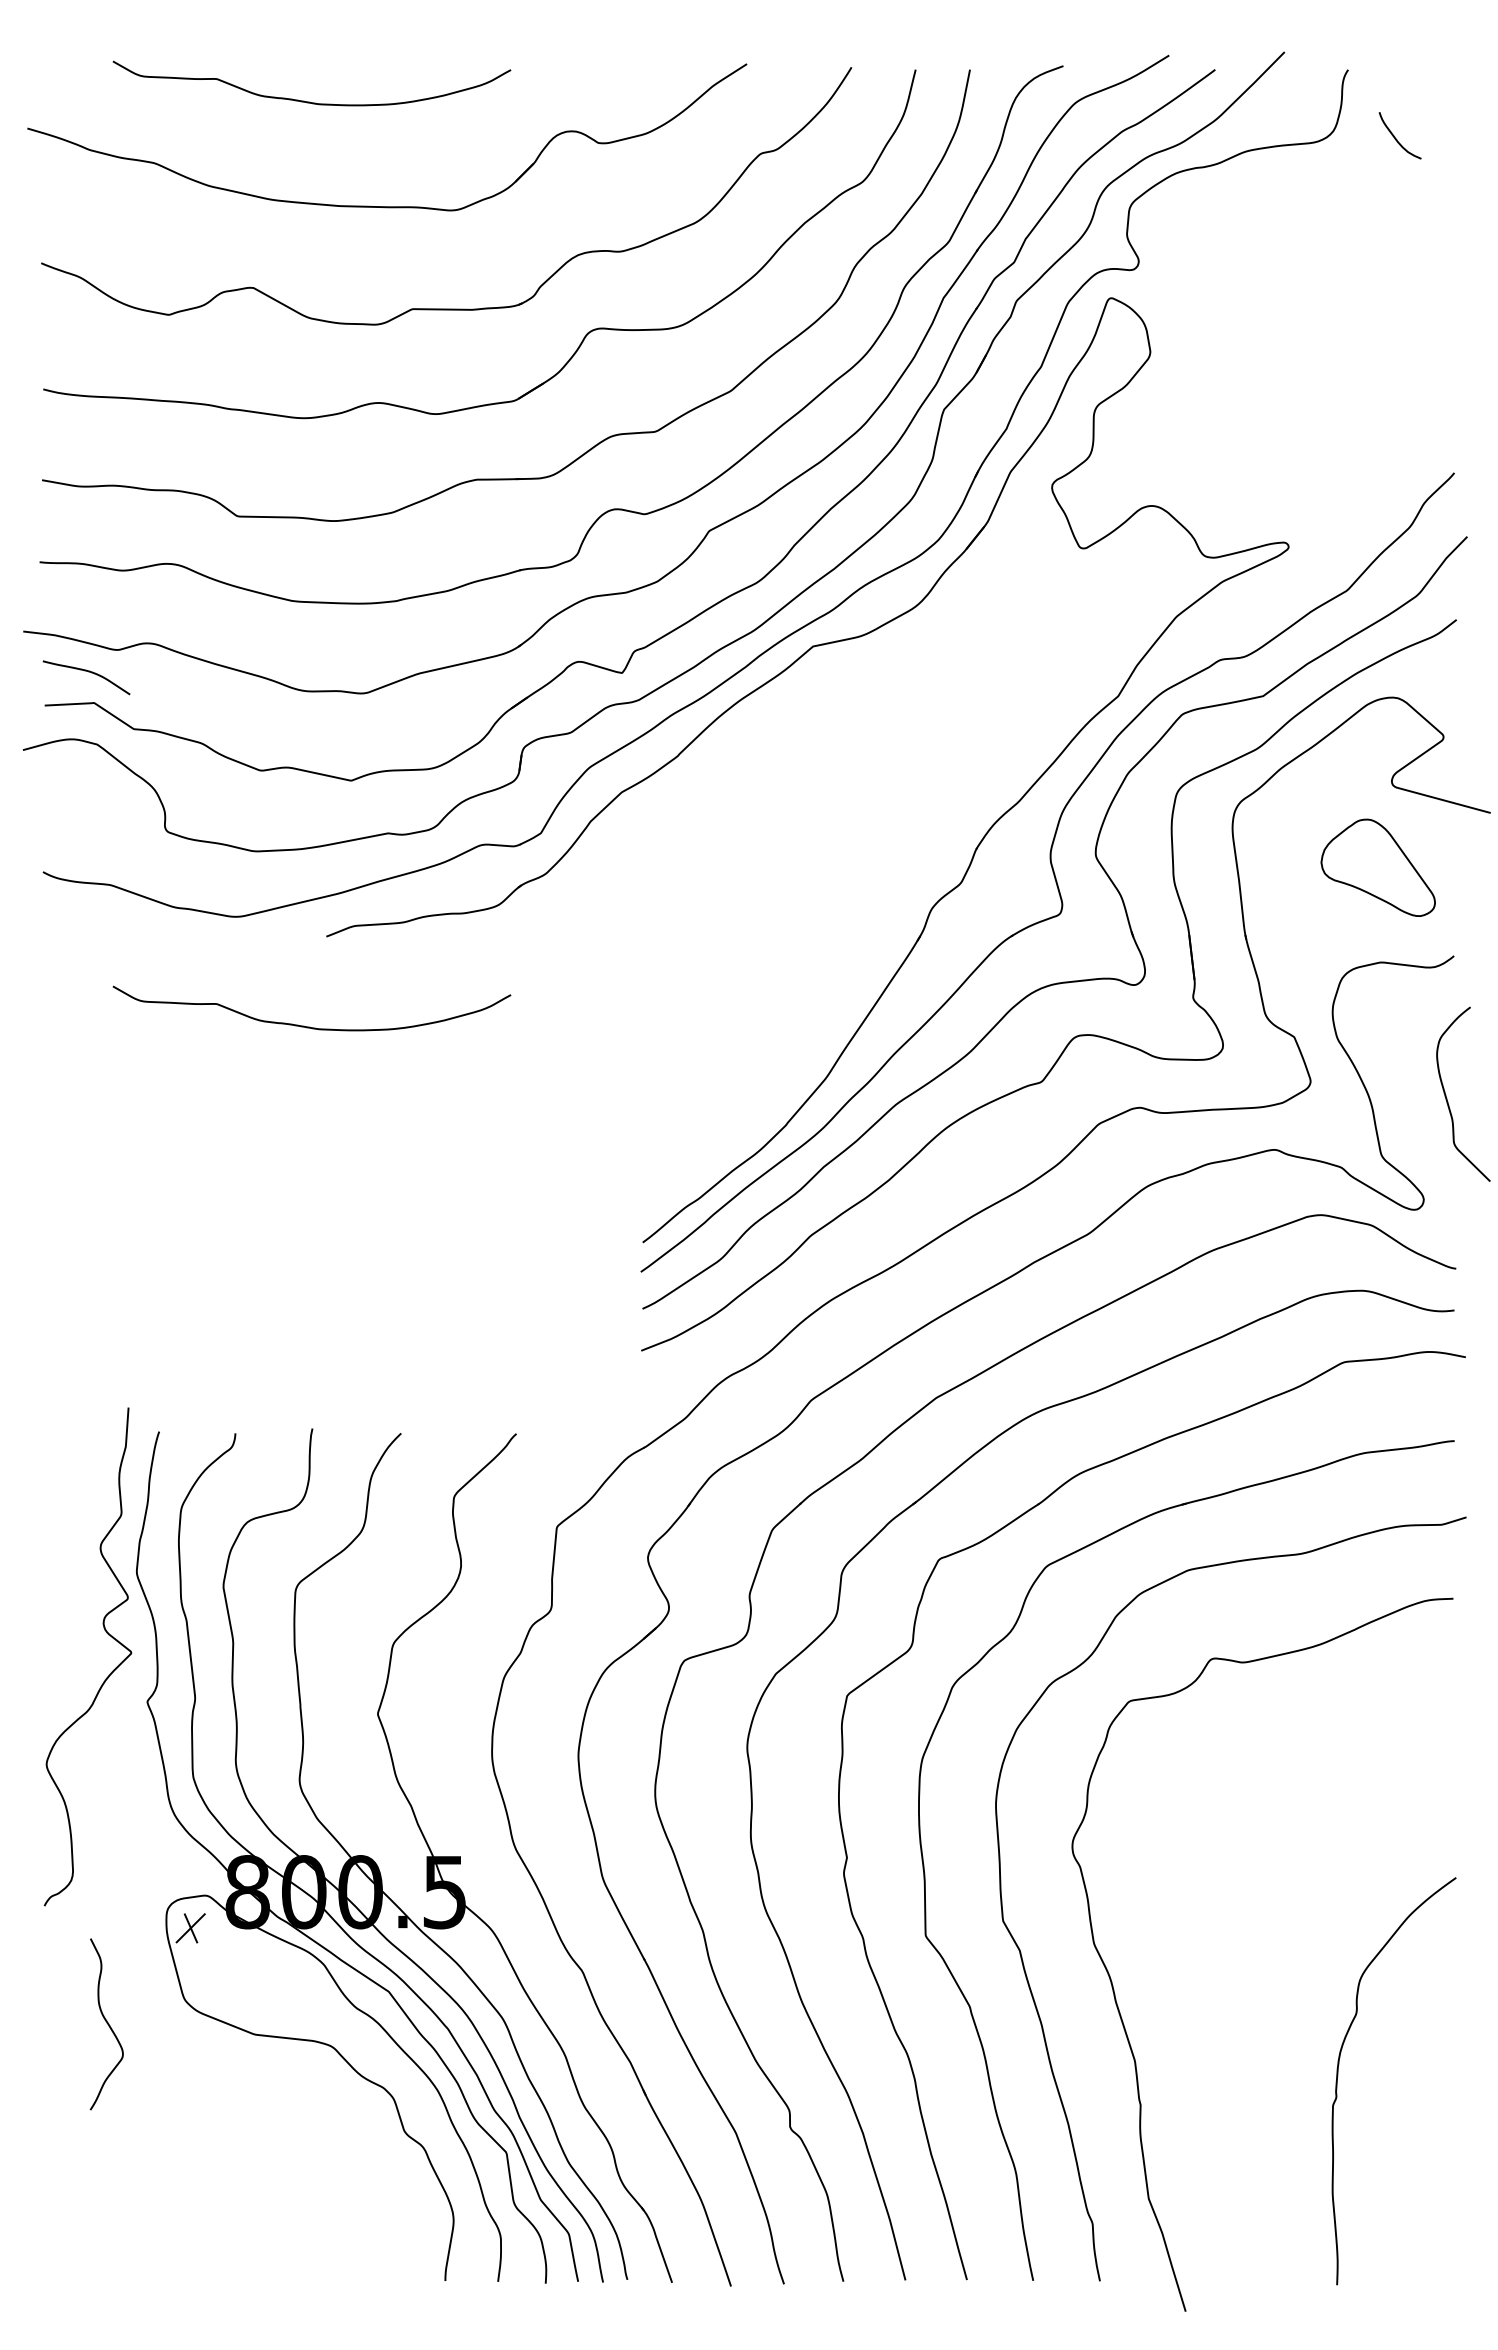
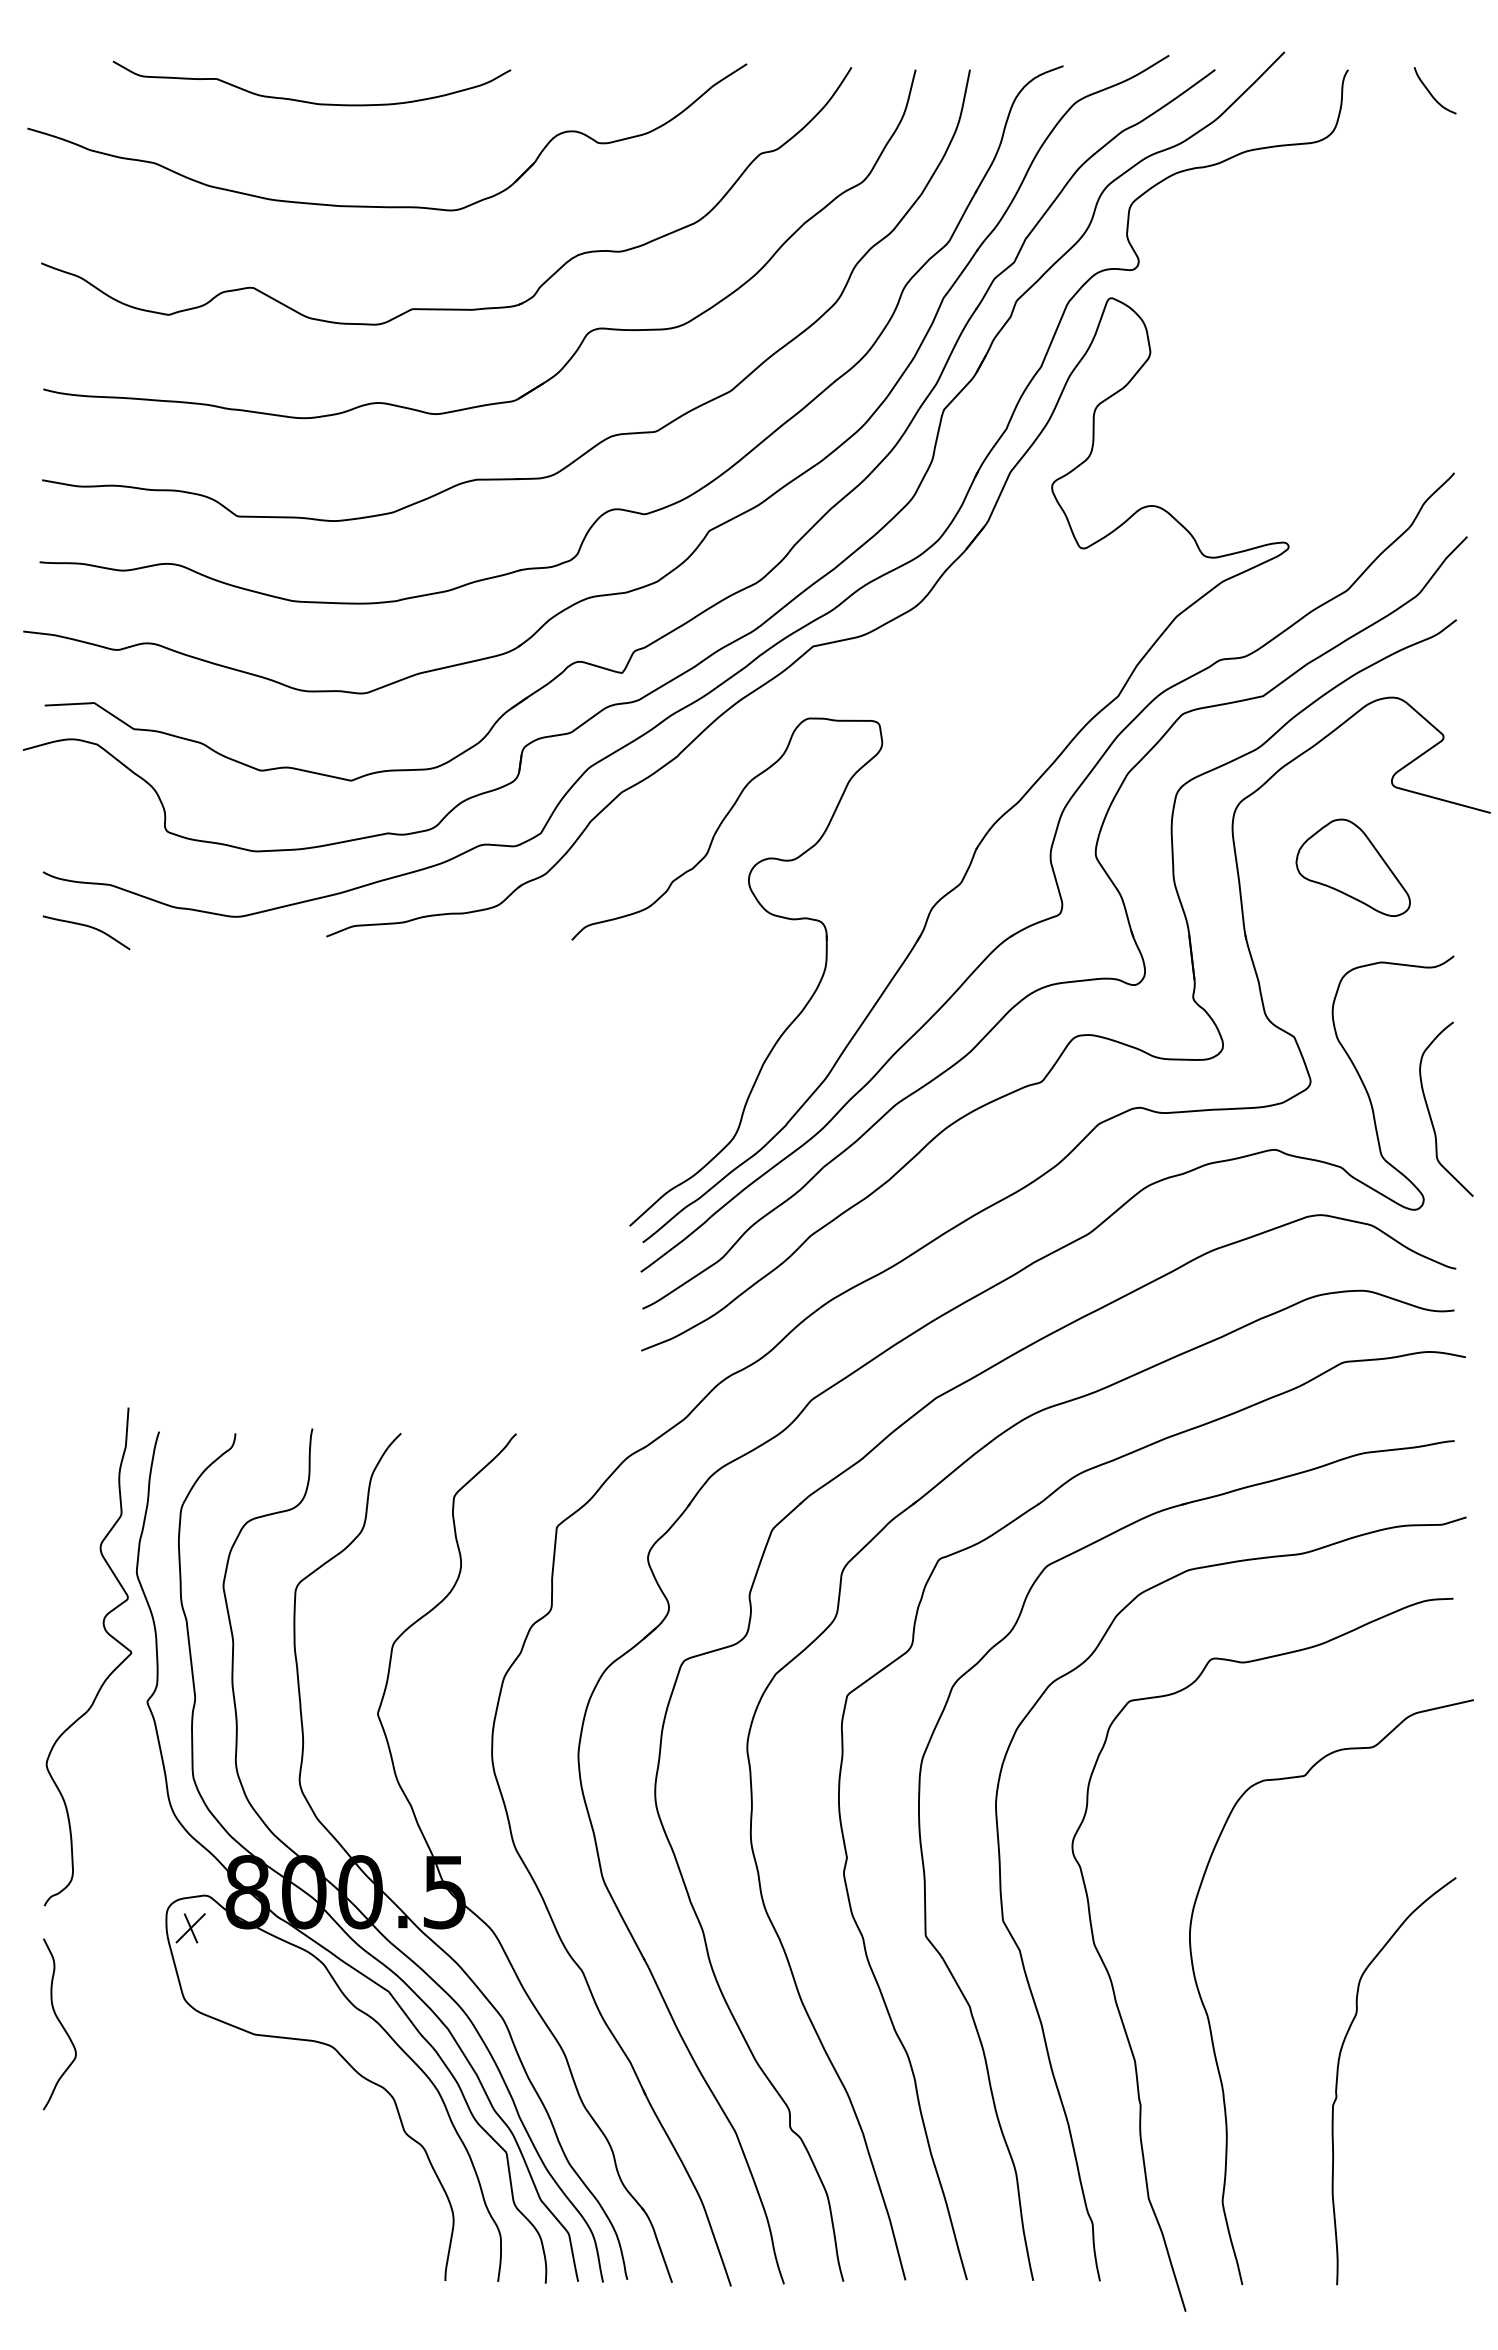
curve at (1396, 138) position: (1396, 138) -> (1431, 93)
curve at (88, 672) position: (88, 672) -> (88, 927)
part at (1377, 867) position: (1377, 867) -> (1352, 867)
part at (766, 912): none -> present
curve at (309, 1026): present -> none
curve at (1447, 1098) position: (1447, 1098) -> (1430, 1113)
part at (1209, 2018): none -> present
curve at (106, 2023) position: (106, 2023) -> (59, 2023)
